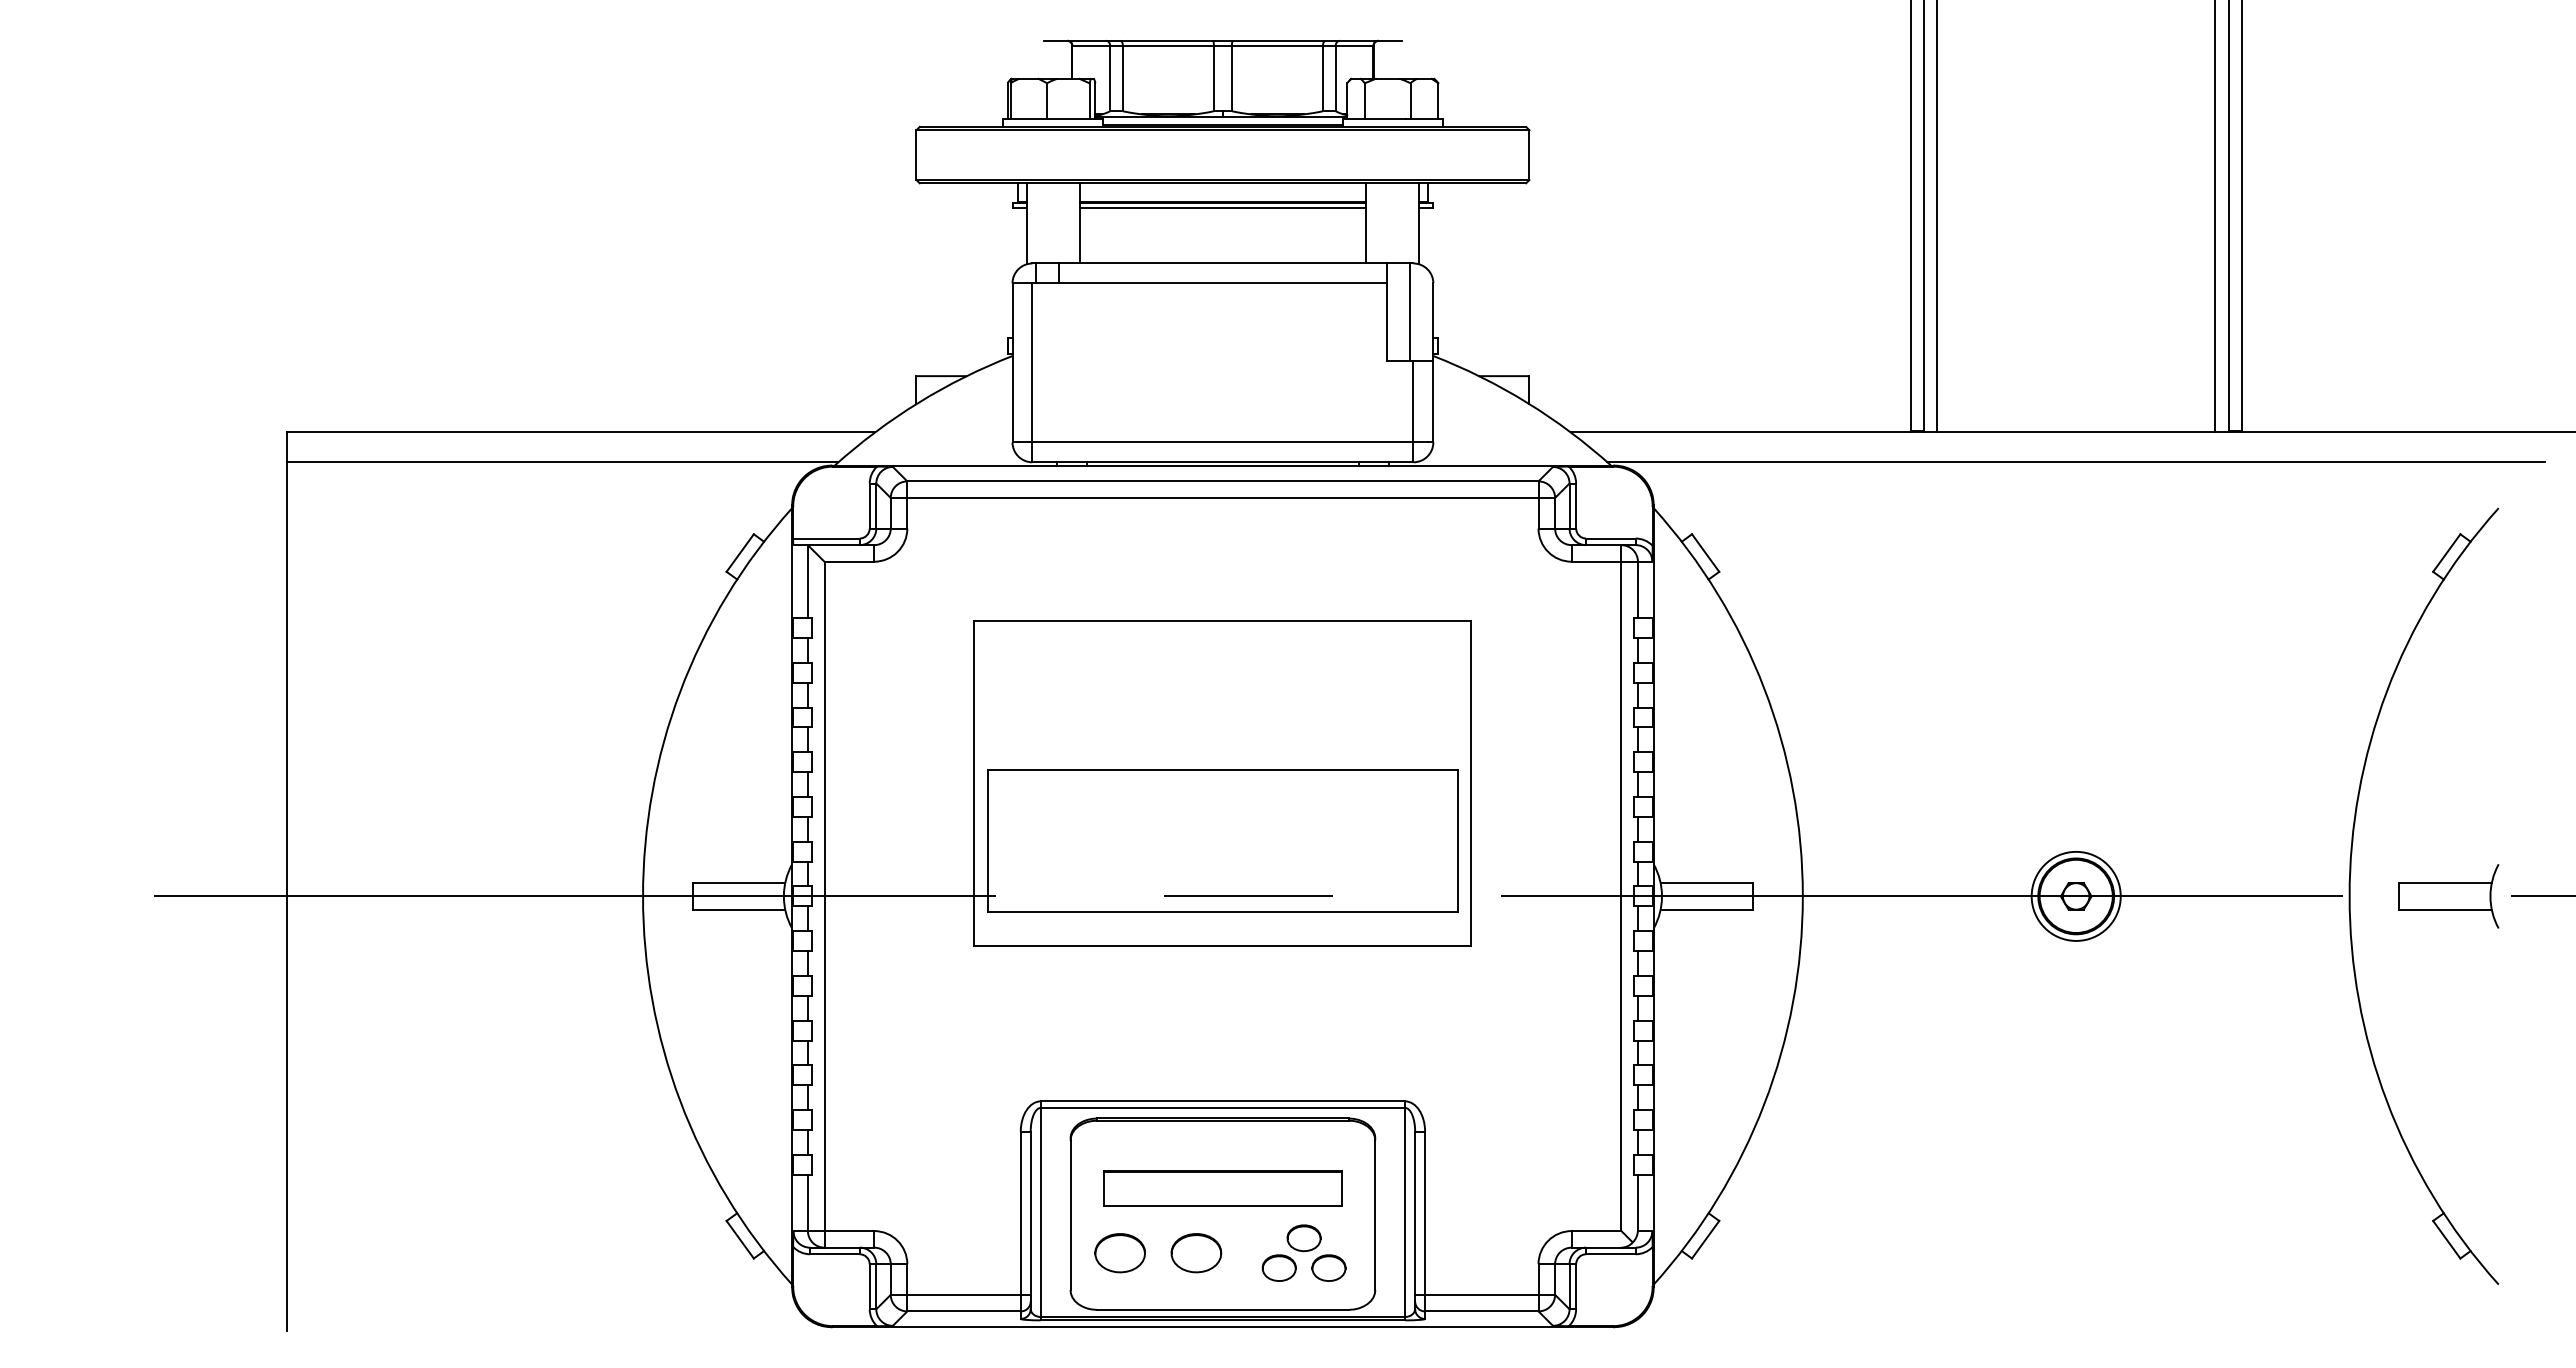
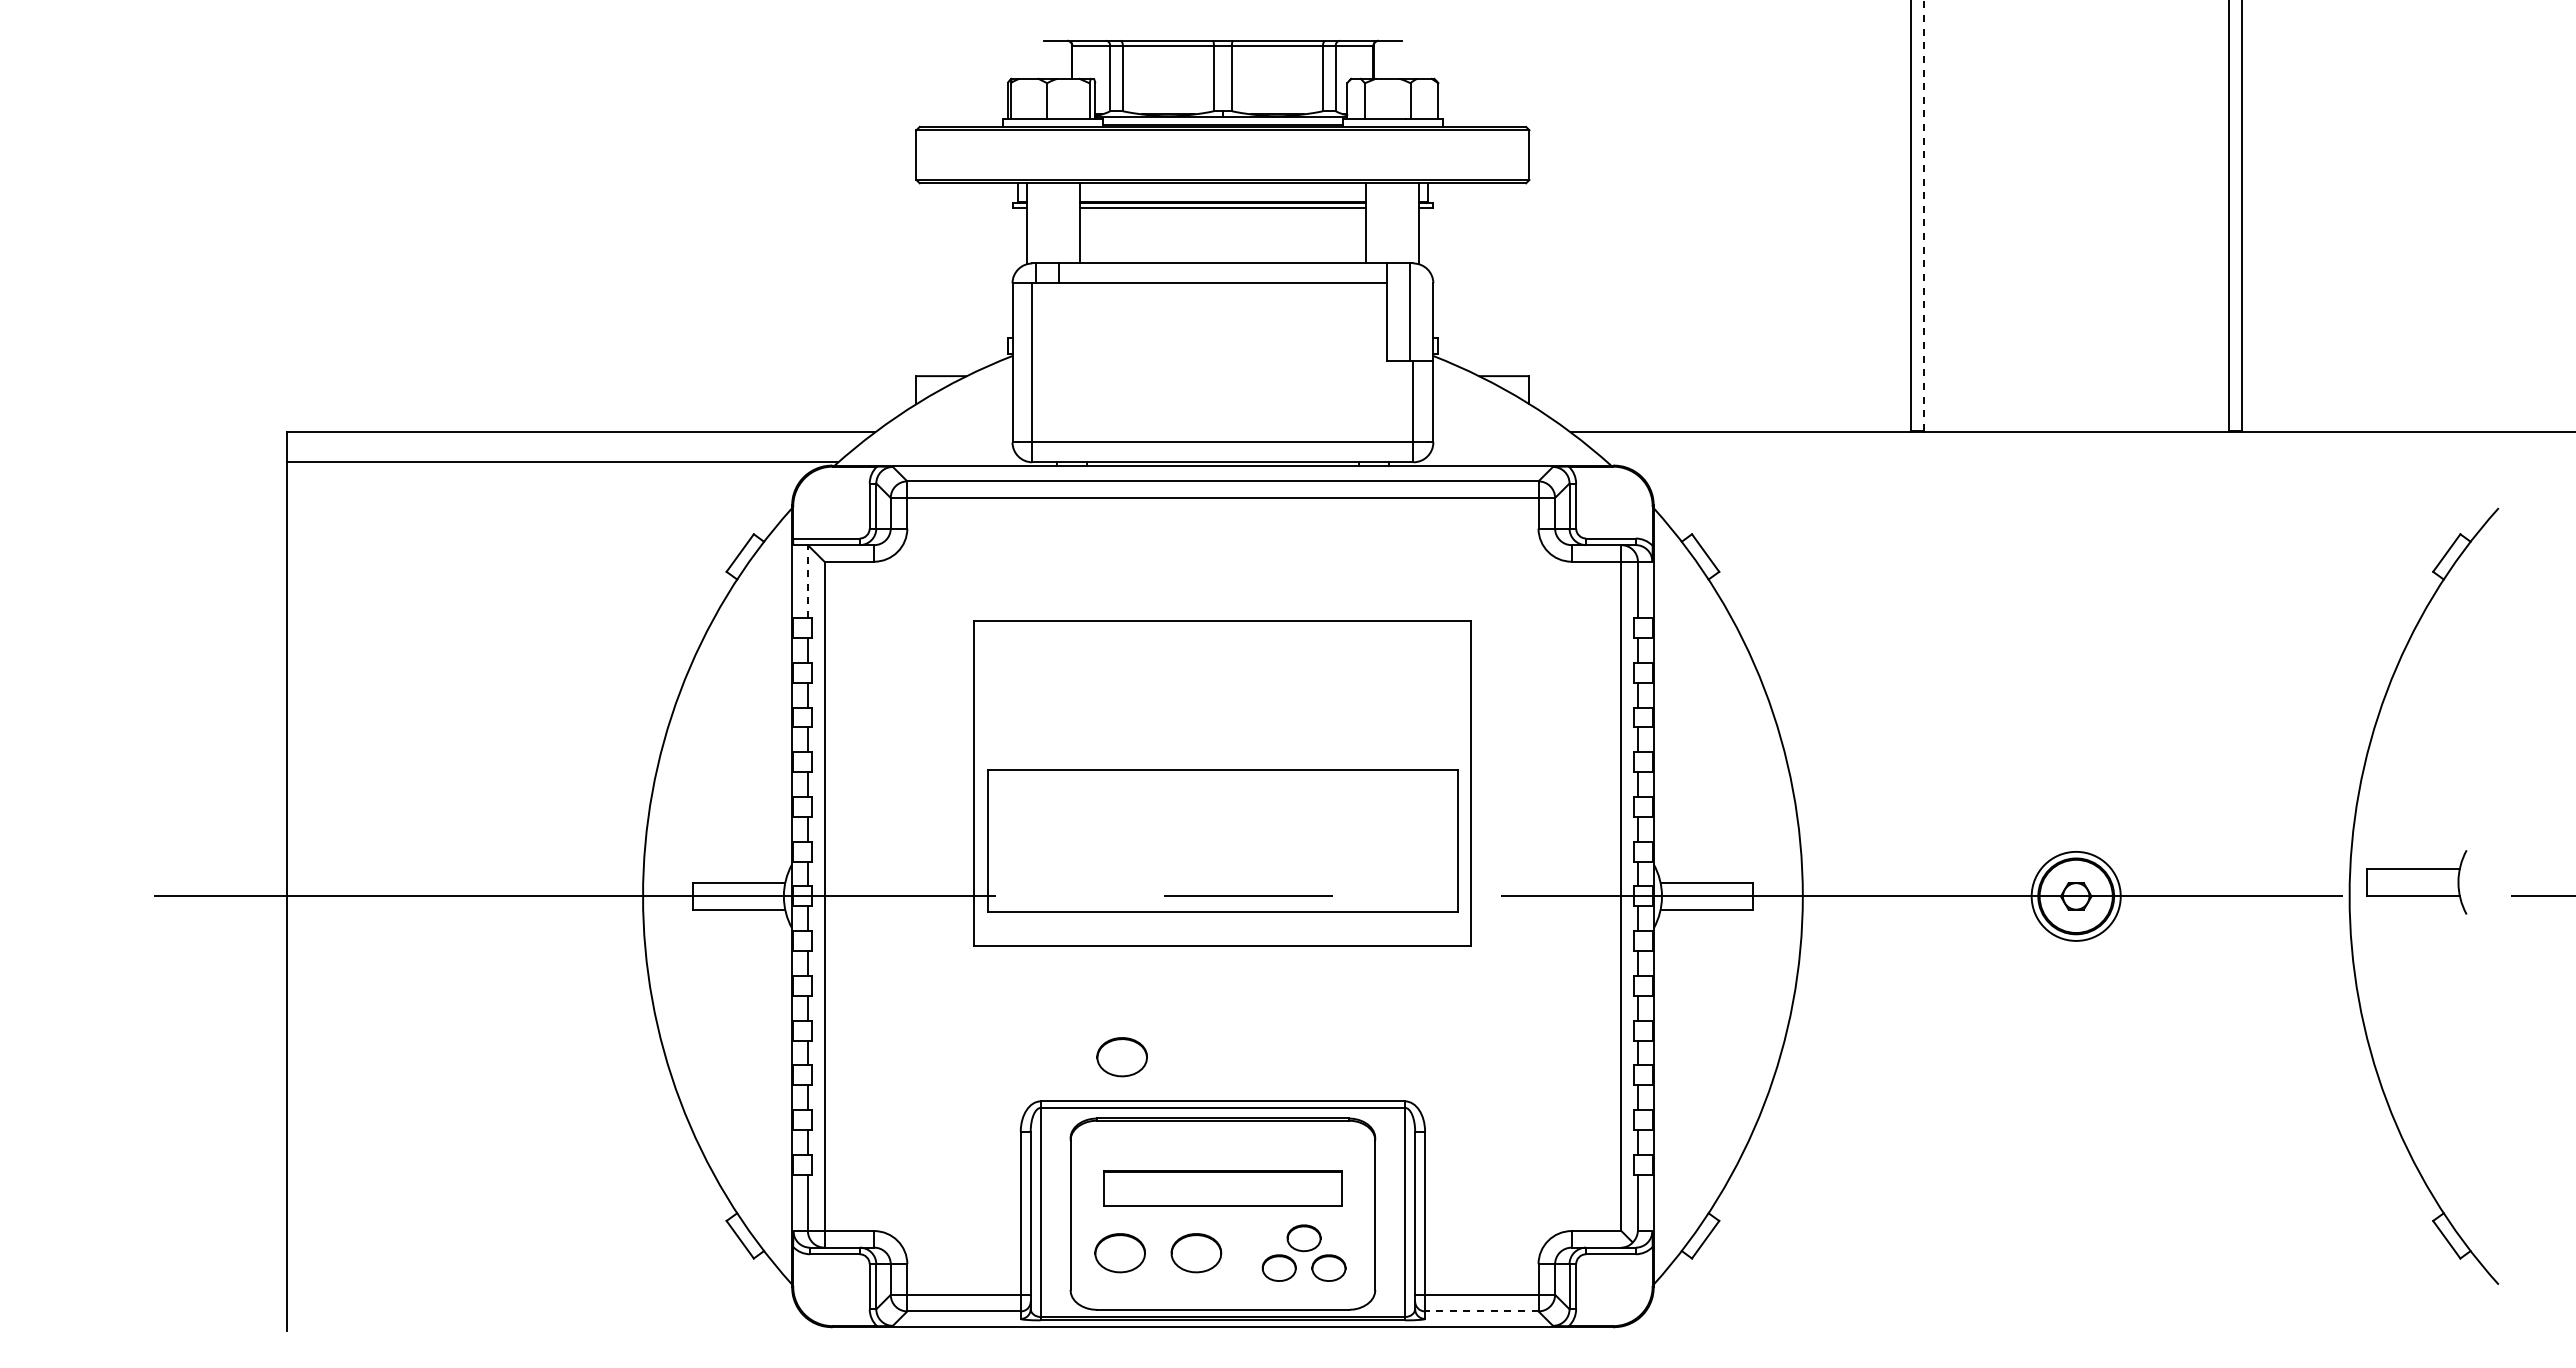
line at (1923, 214): solid -> dashed
line at (1937, 217): present -> none
line at (2215, 217): present -> none
line at (2075, 462): present -> none
line at (807, 581): solid -> dashed
part at (2448, 896) position: (2448, 896) -> (2416, 882)
part at (1121, 1057): none -> present
line at (1481, 1311): solid -> dashed
